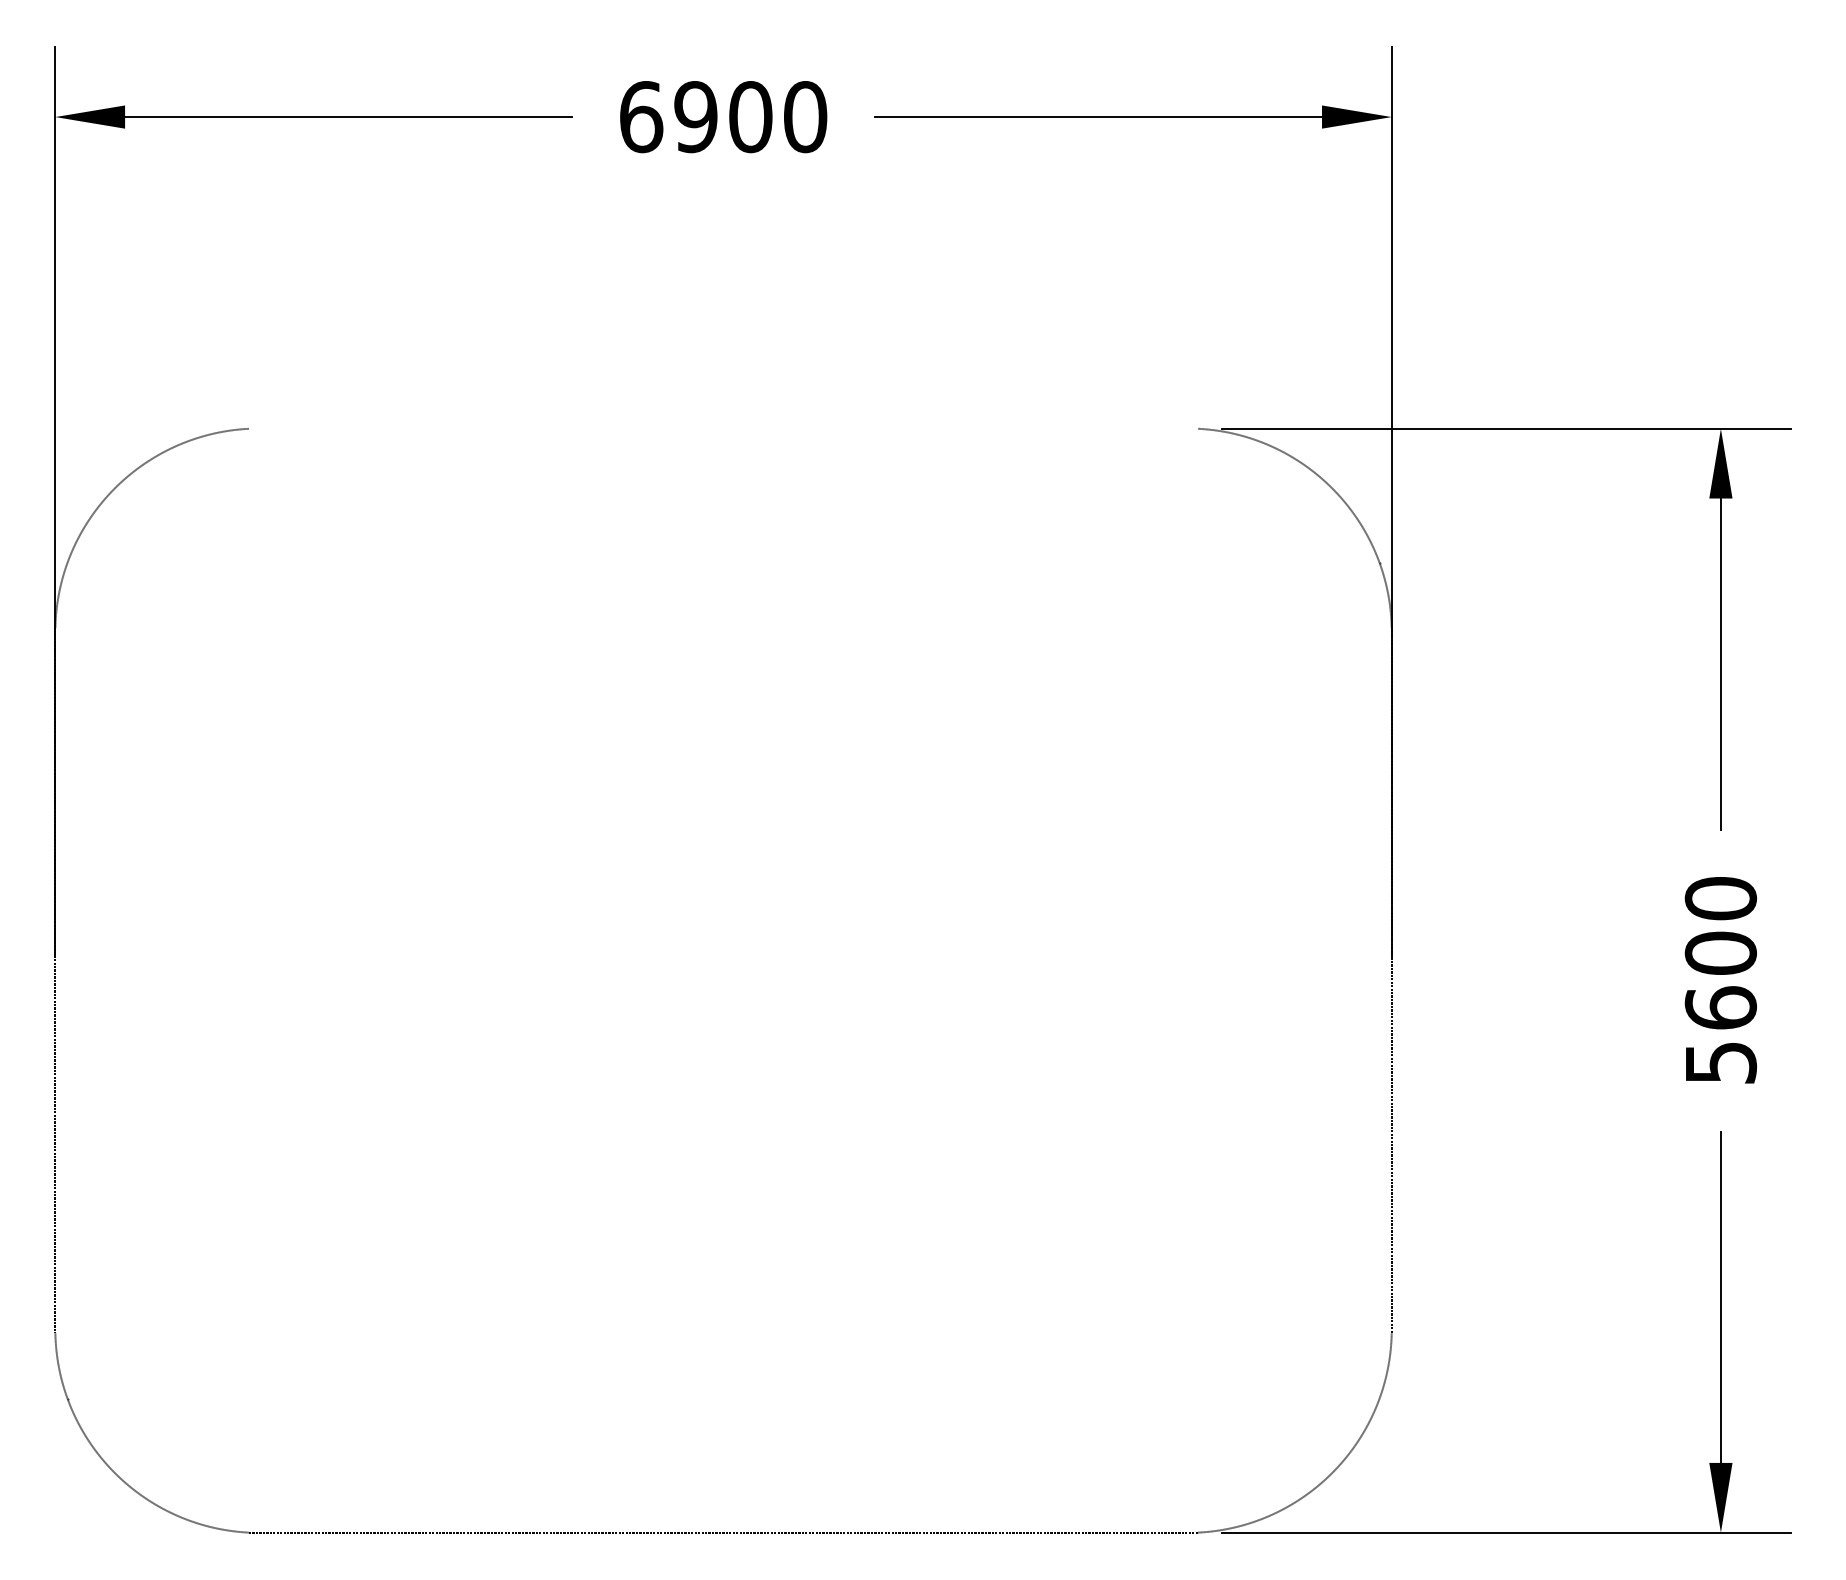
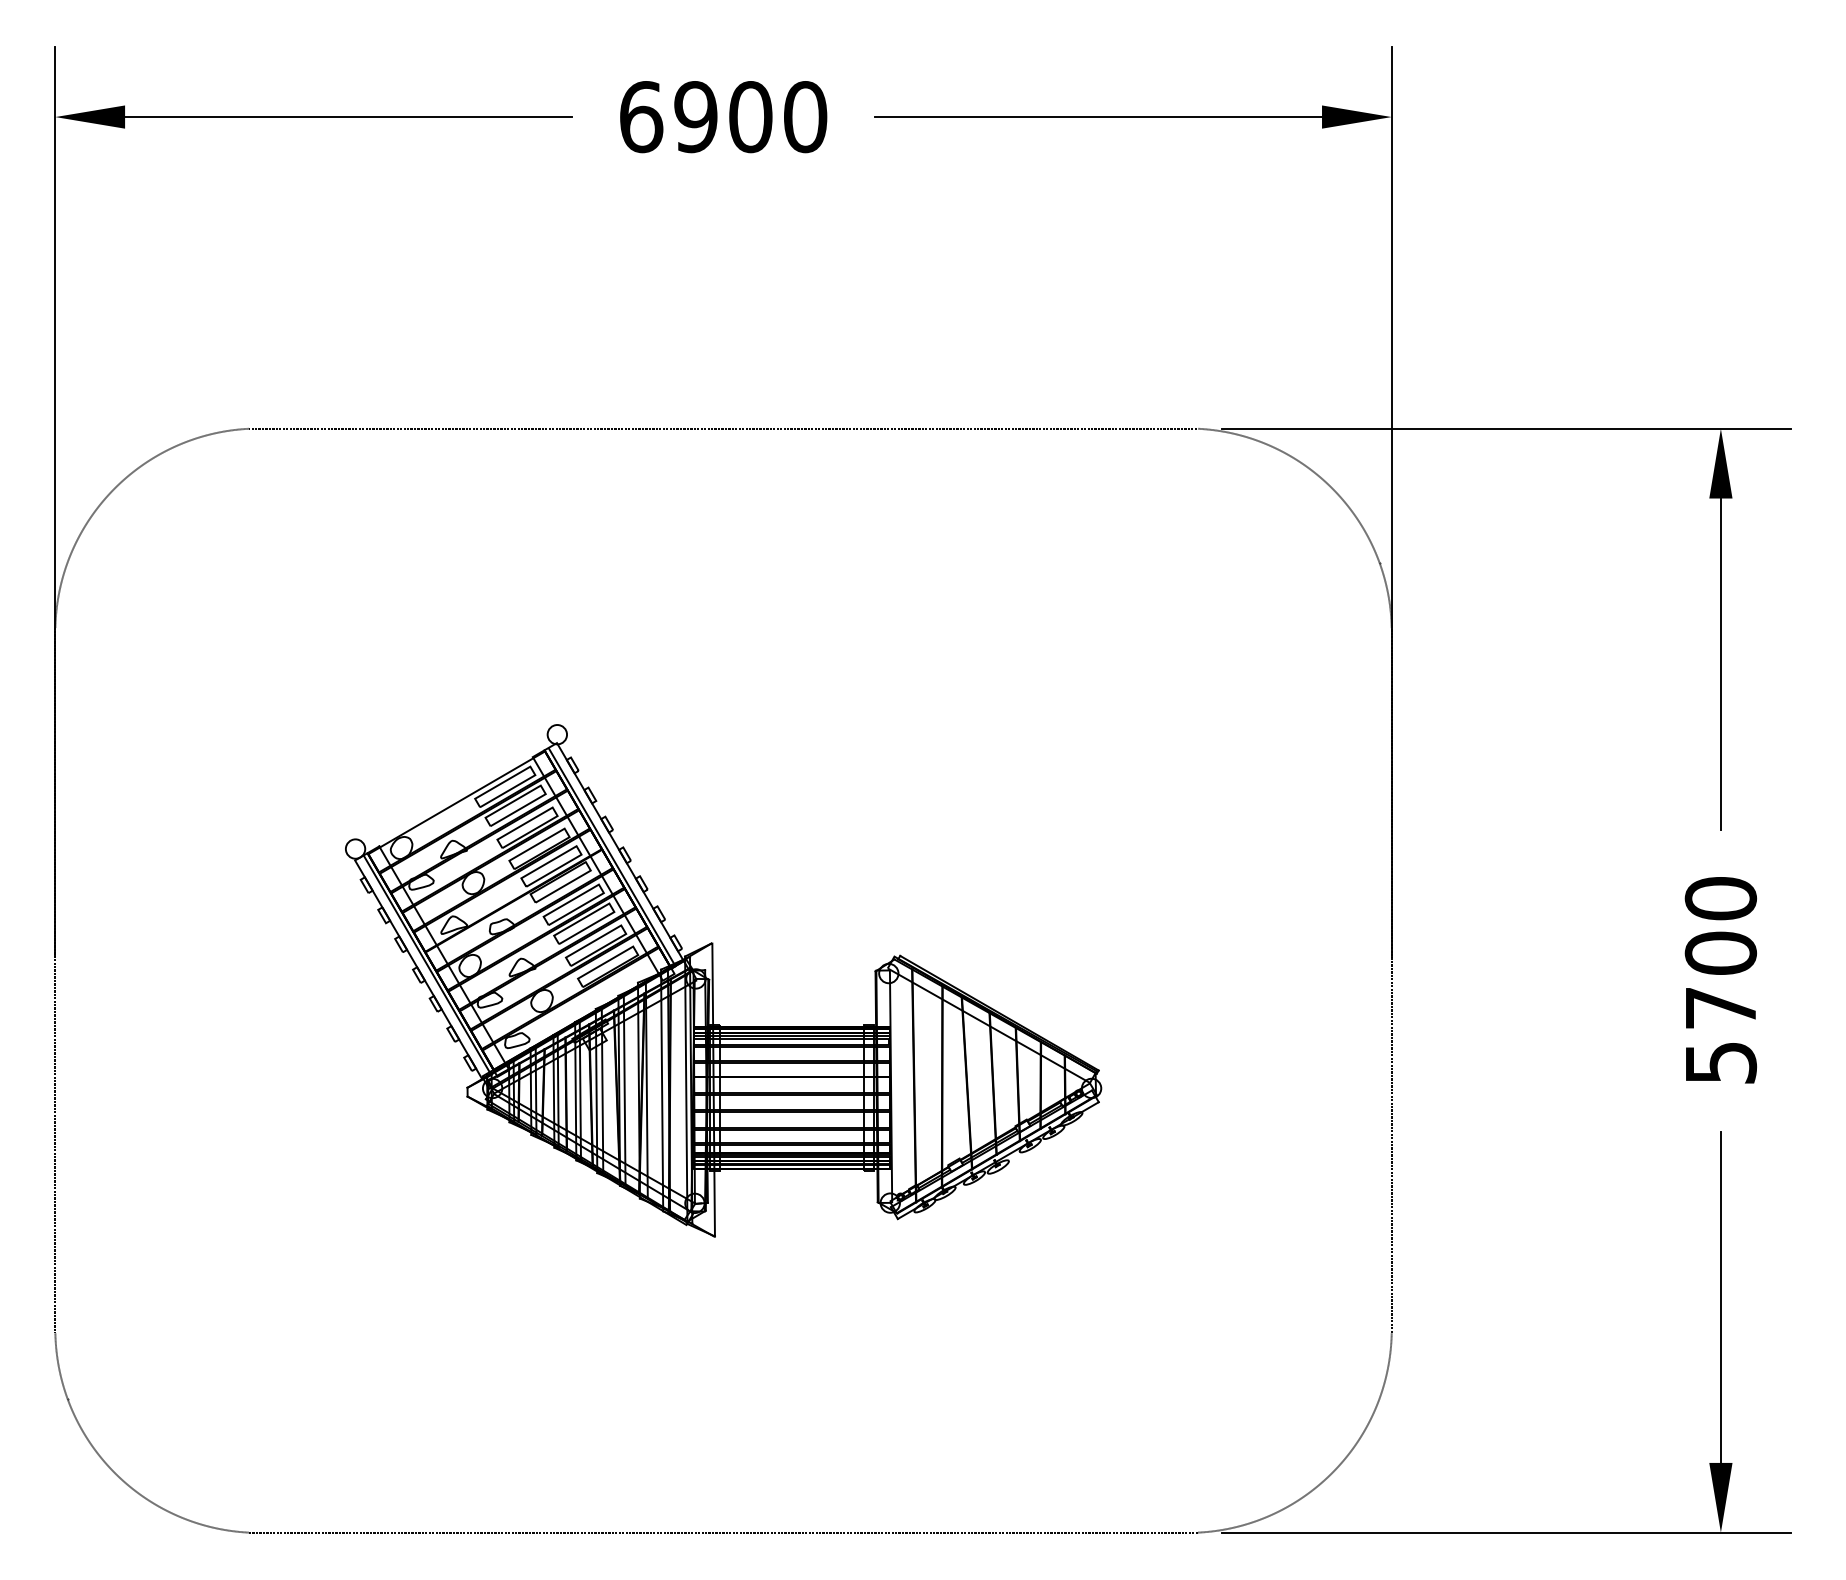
line at (723, 428): none -> present
part at (713, 980): none -> present
text at (1720, 1007): 5600 -> 5700
